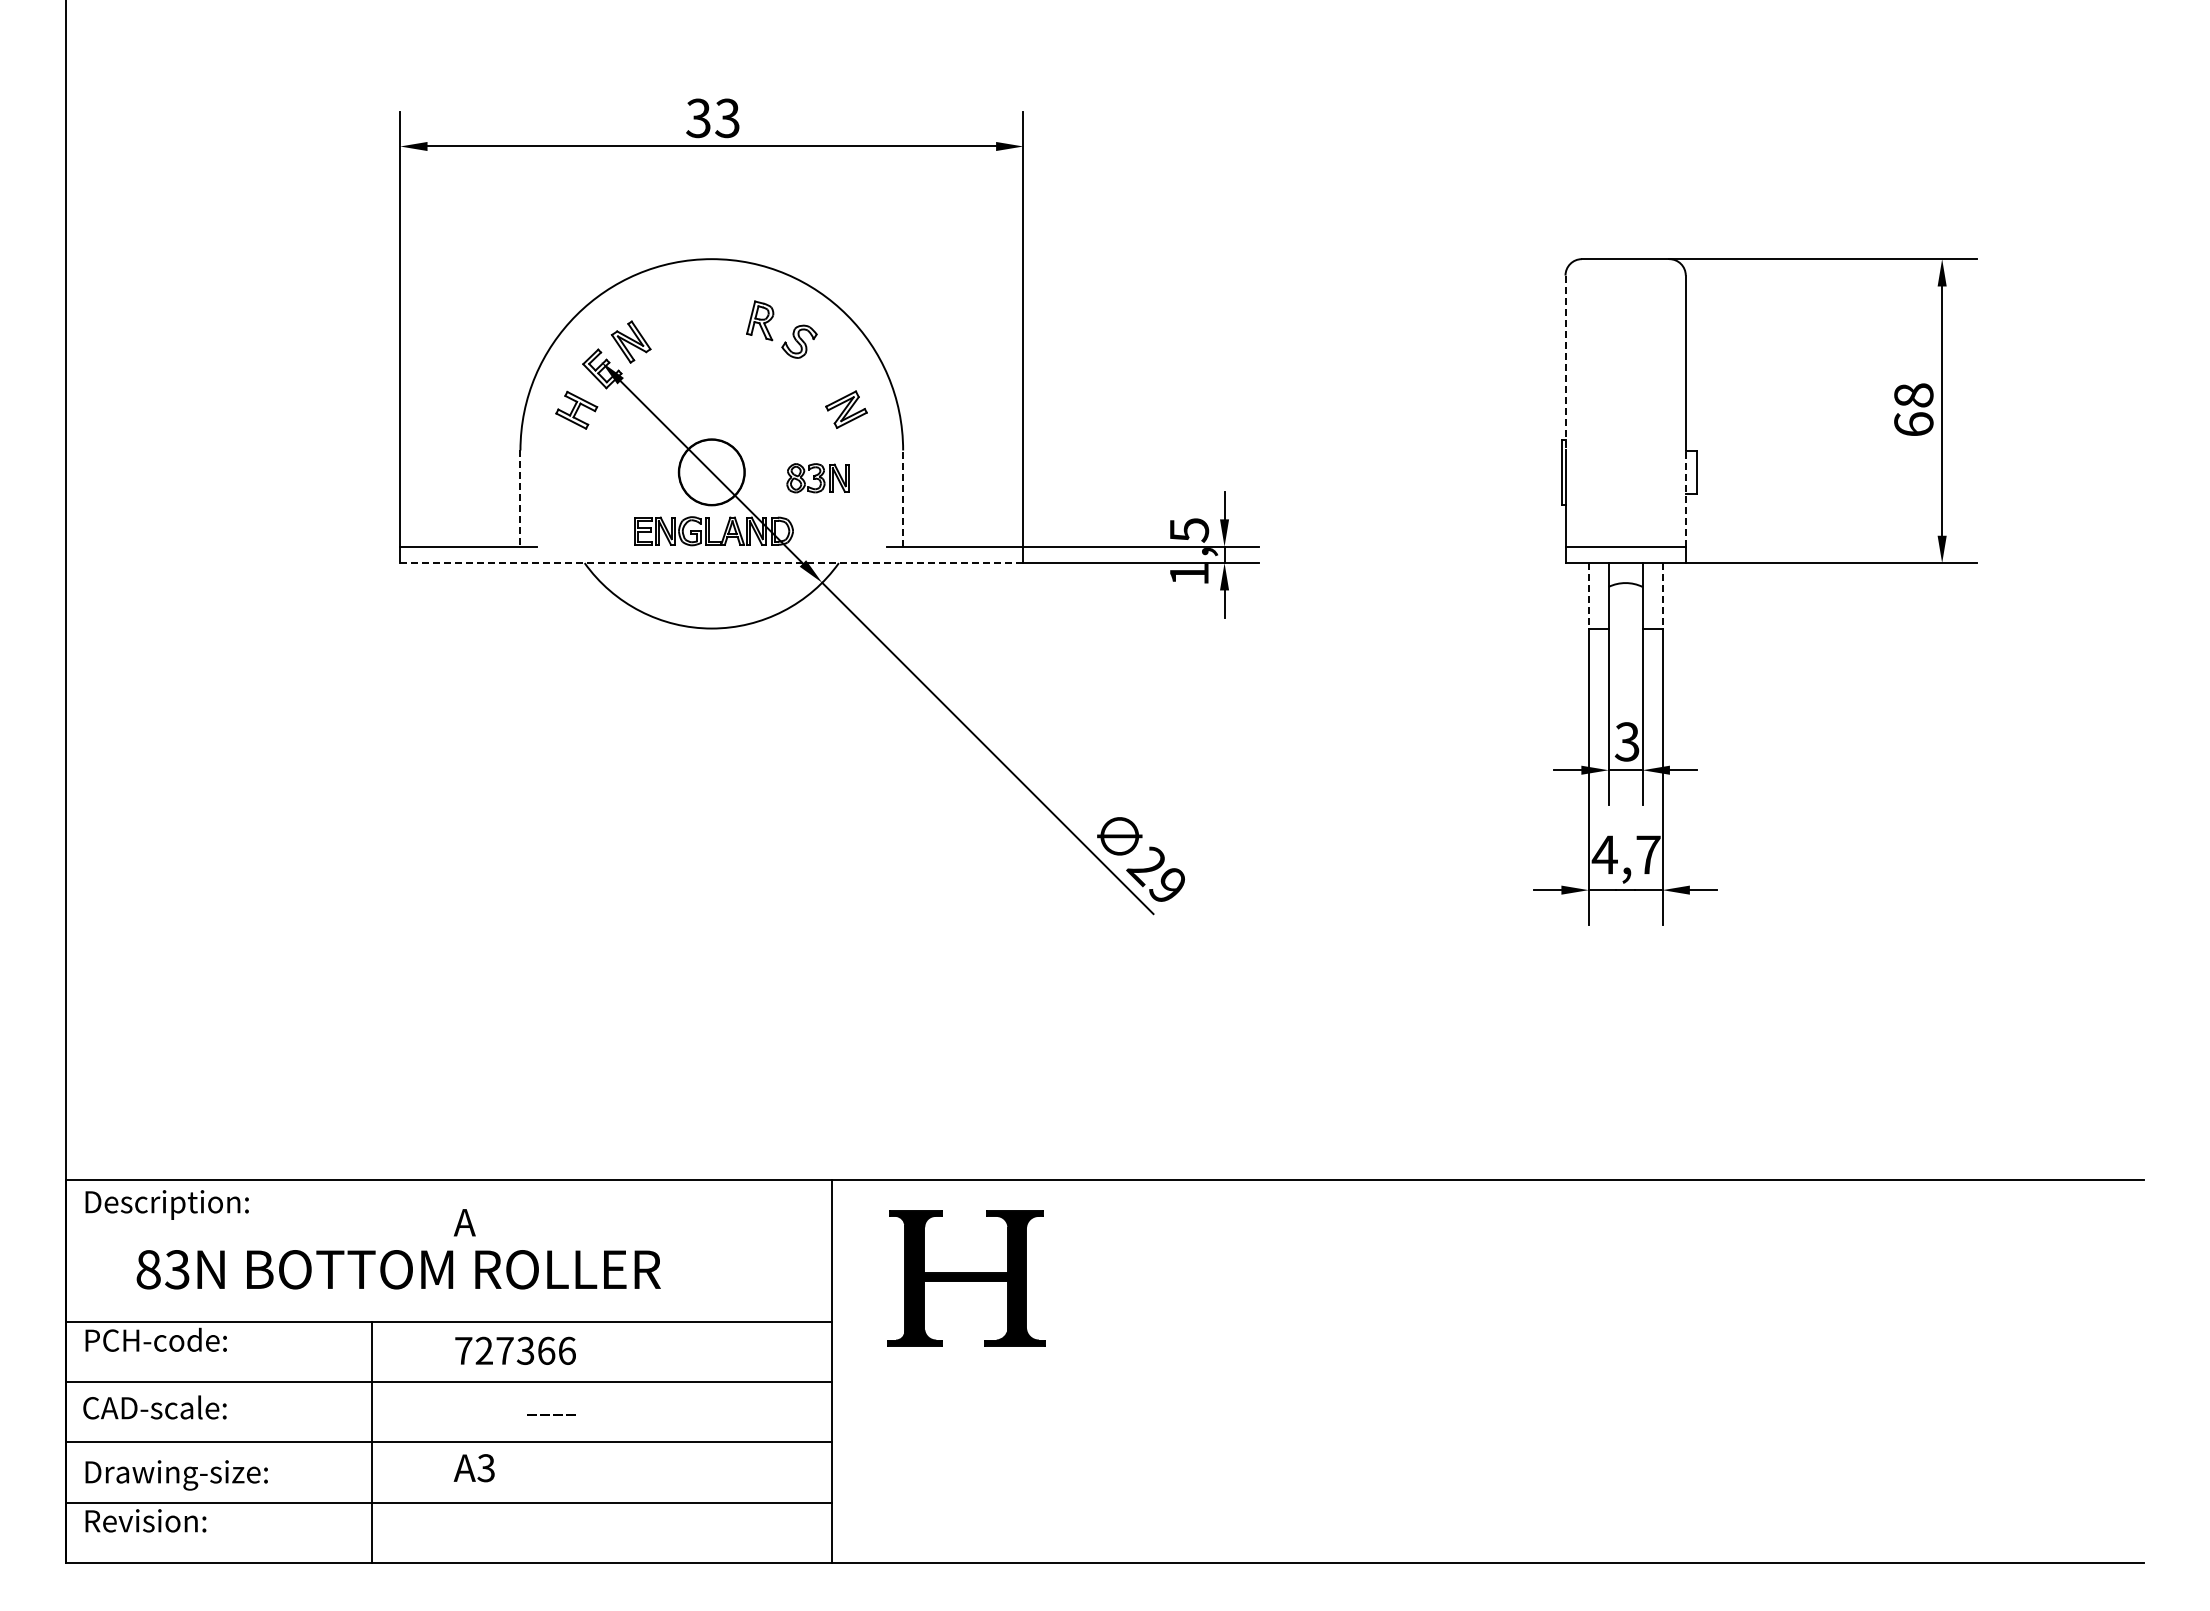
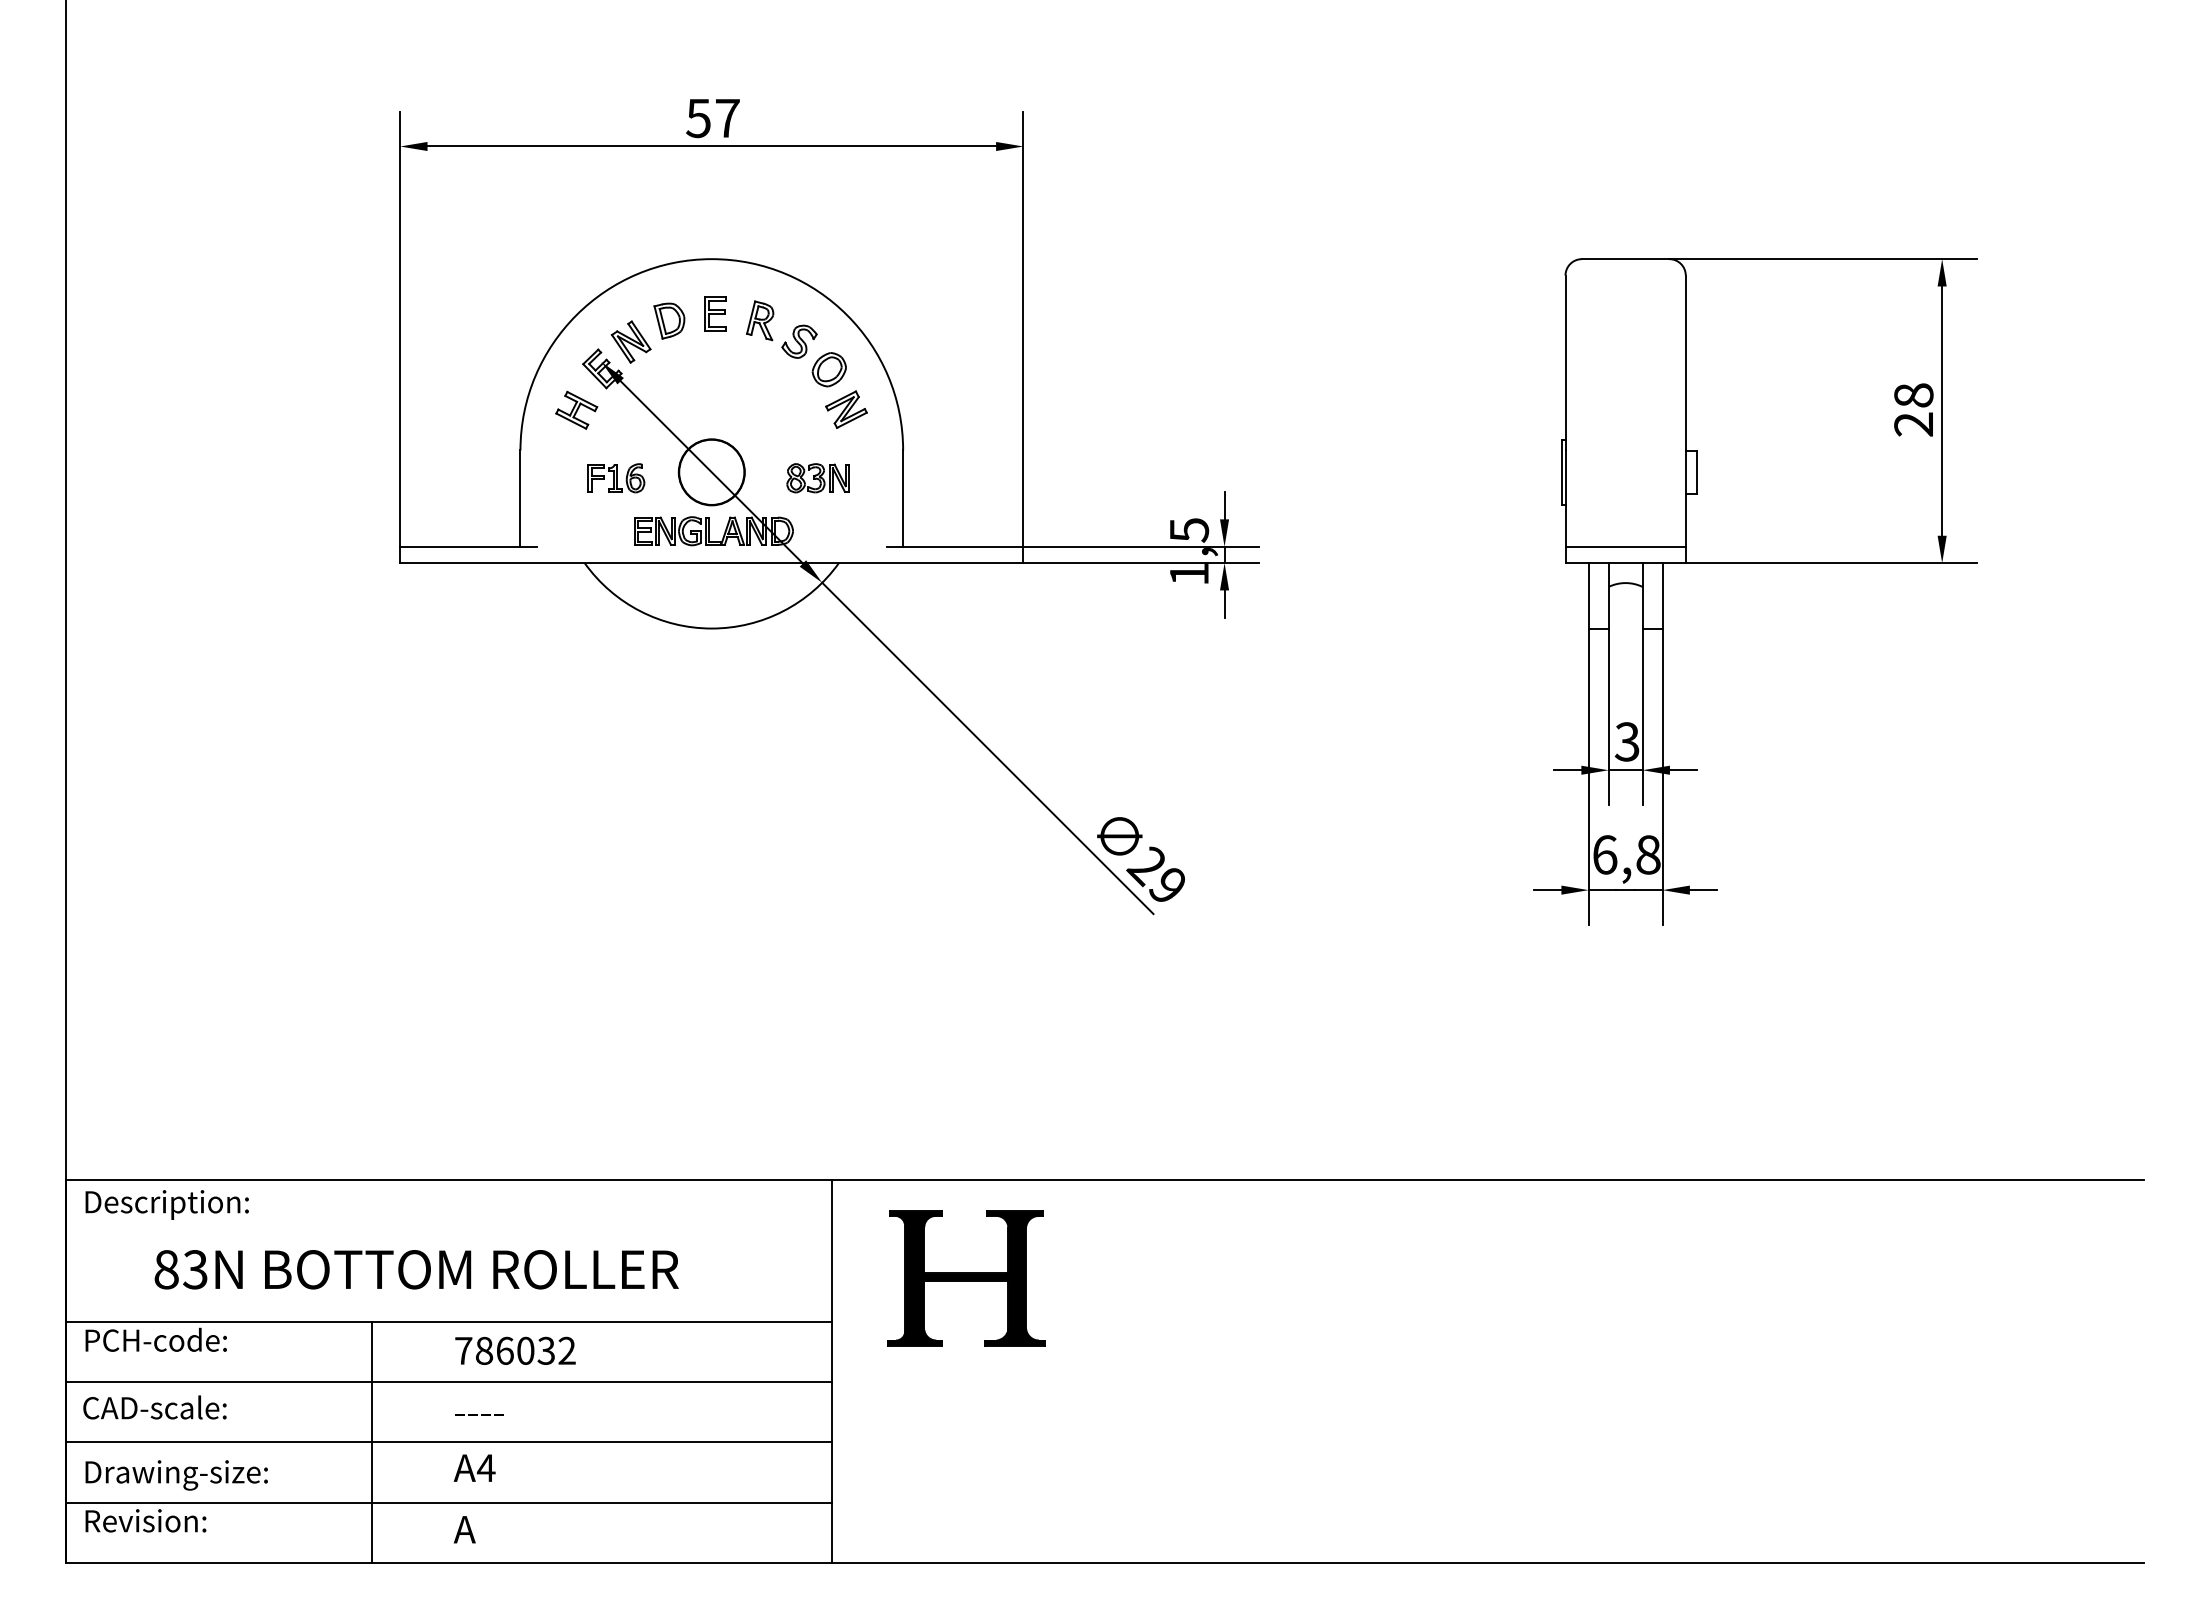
text at (712, 118): 33 -> 57
part at (715, 313): none -> present
part at (669, 320): none -> present
line at (1565, 363): dashed -> solid
part at (828, 369): none -> present
text at (1913, 424): 68 -> 28
part at (616, 478): none -> present
line at (903, 498): dashed -> solid
line at (1685, 498): dashed -> solid
line at (520, 499): dashed -> solid
line at (711, 563): dashed -> solid
line at (1588, 595): dashed -> solid
line at (1662, 595): dashed -> solid
text at (1625, 854): 4,7 -> 6,8
text at (464, 1222) position: (464, 1222) -> (464, 1529)
text at (398, 1269) position: (398, 1269) -> (416, 1269)
text at (525, 1350): 727366 -> 786032
text at (551, 1414) position: (551, 1414) -> (479, 1414)
text at (485, 1468): A3 -> A4
